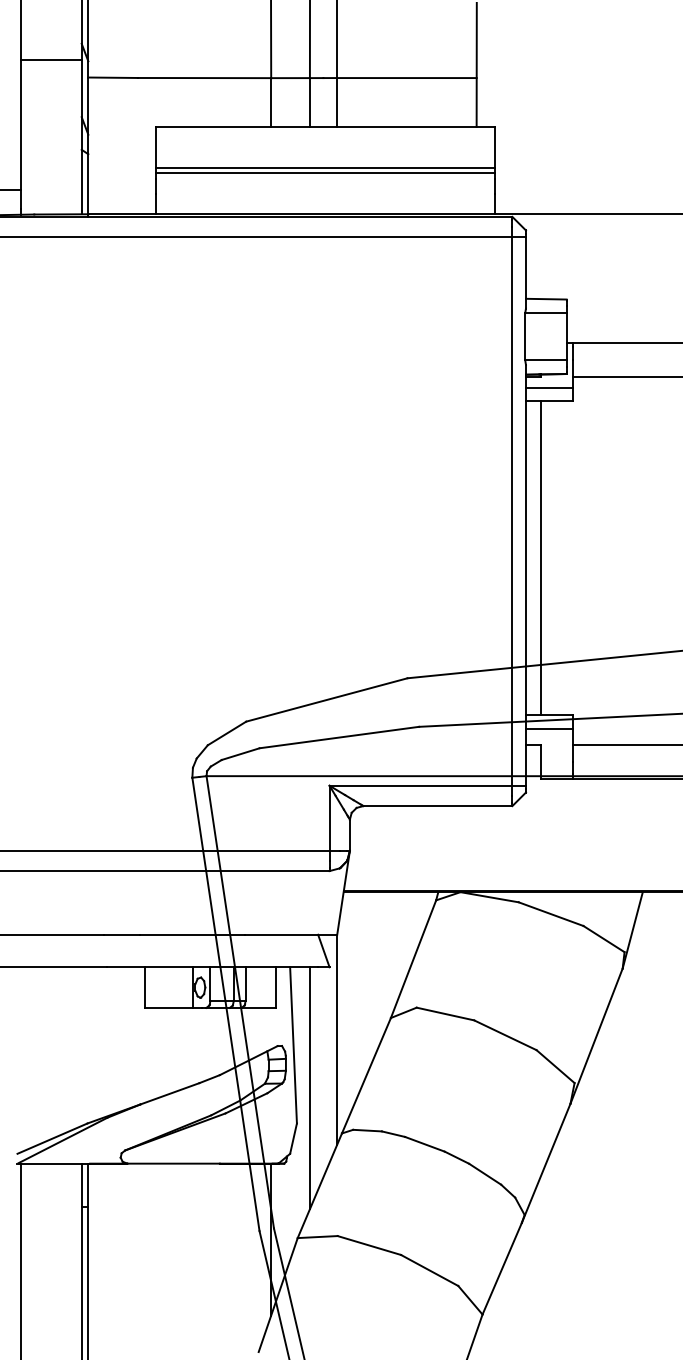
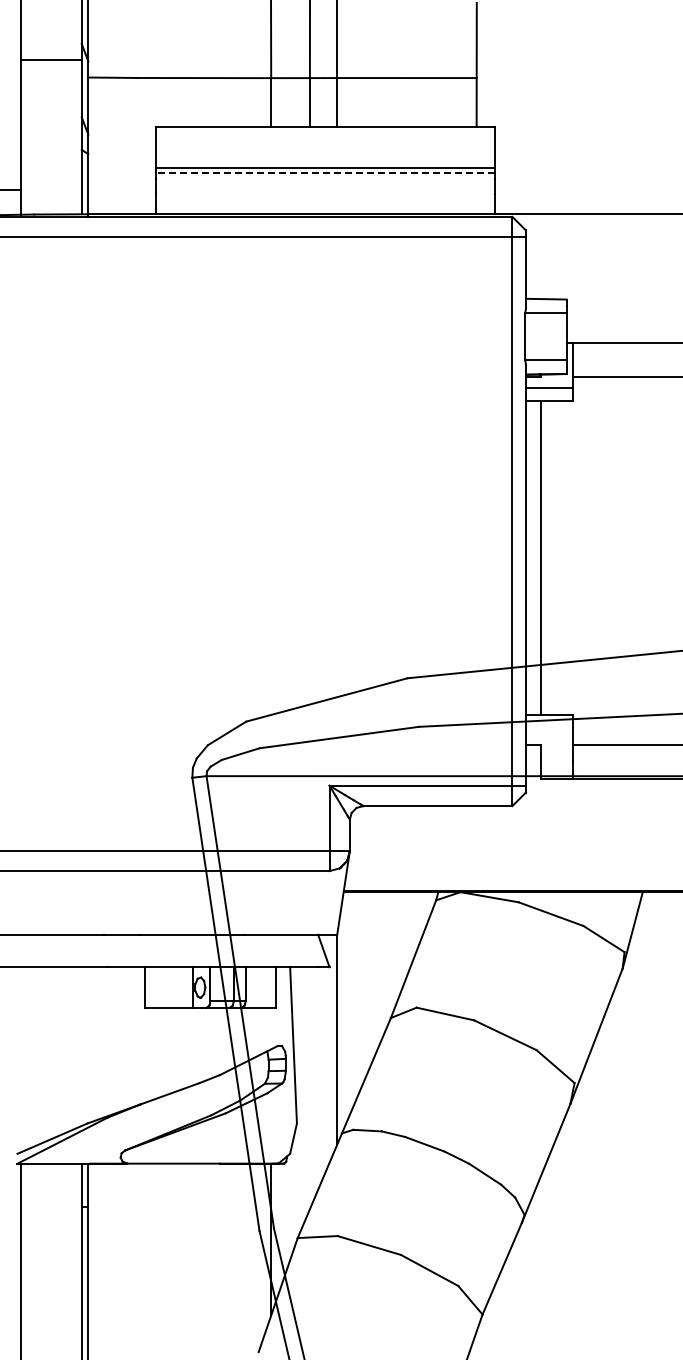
line at (325, 172): solid -> dashed
line at (549, 728): present -> none
line at (309, 1088): present -> none
